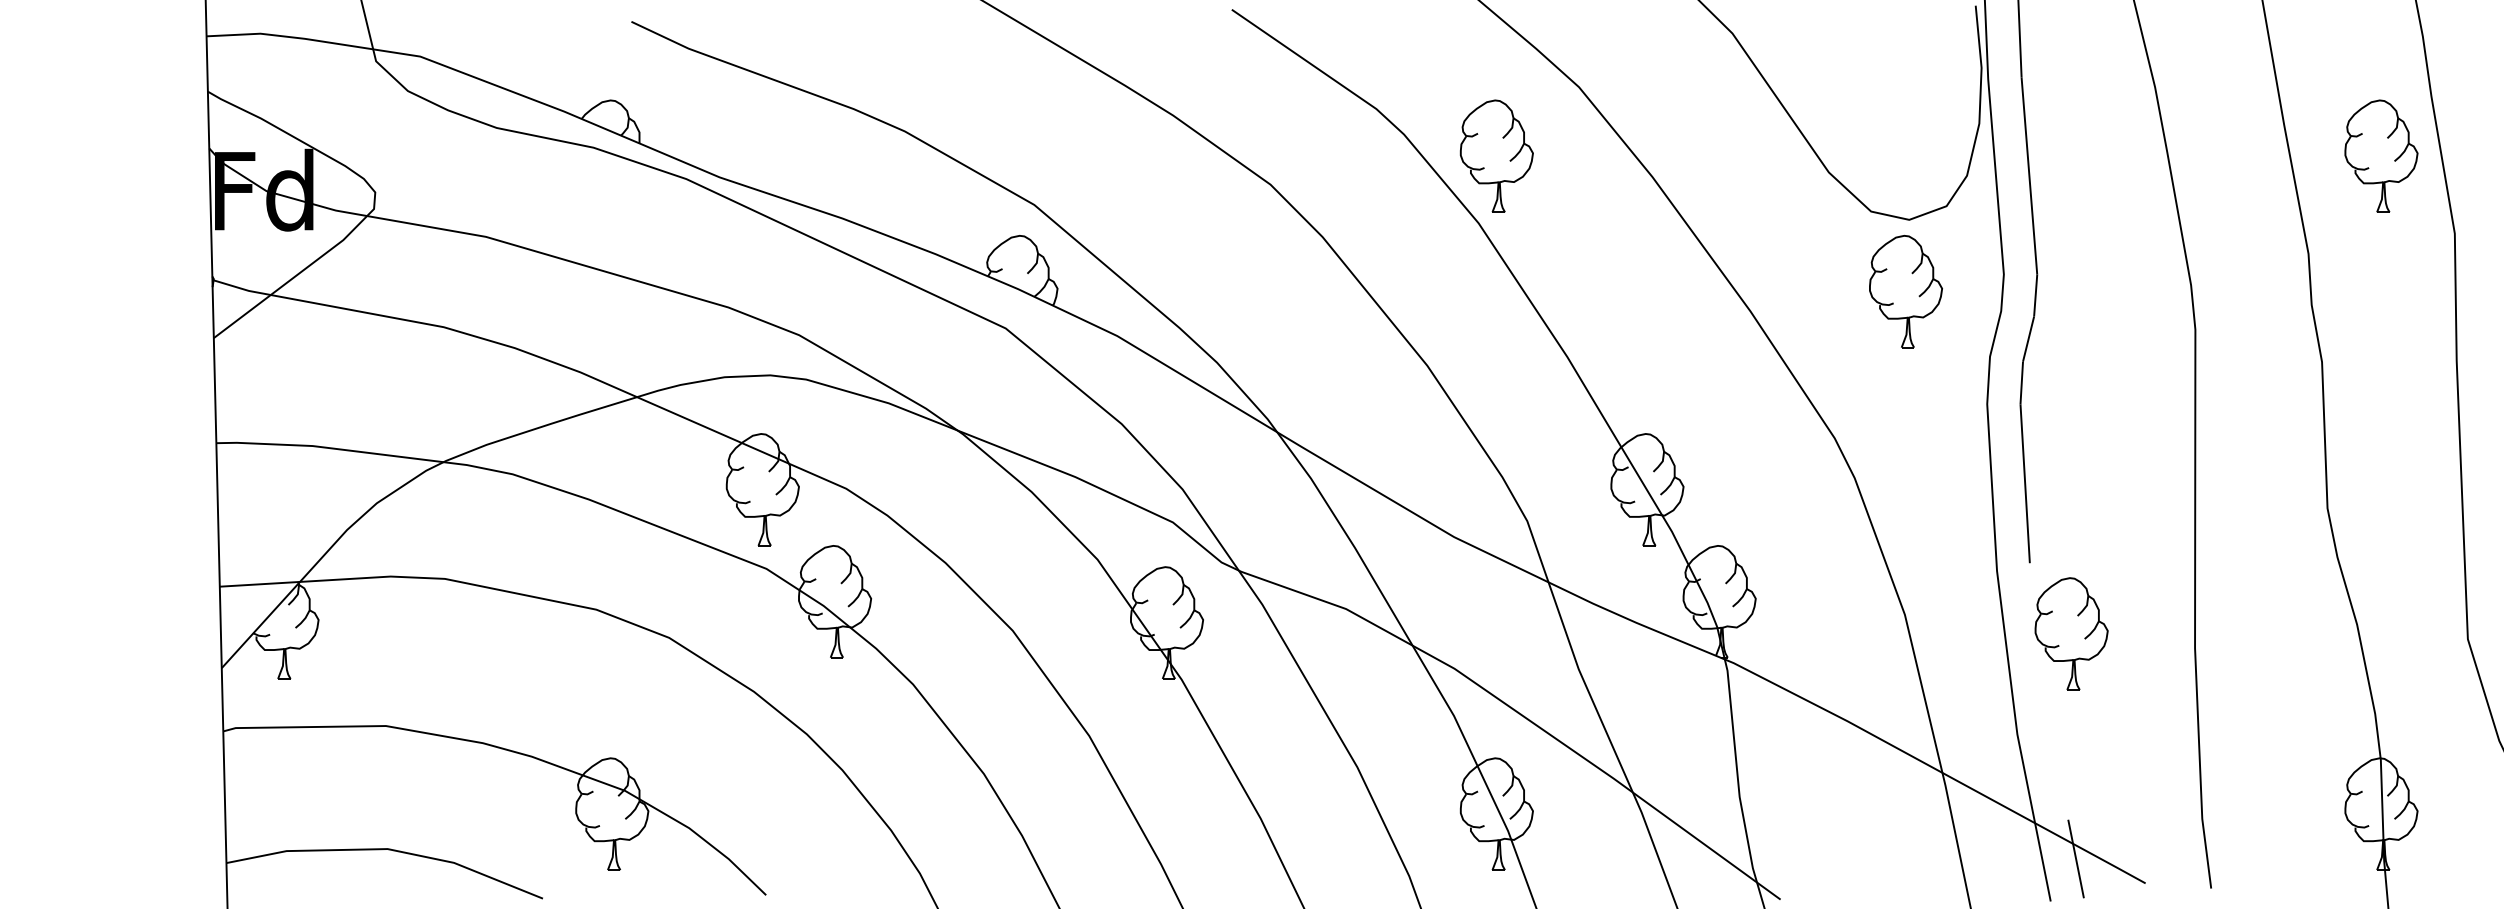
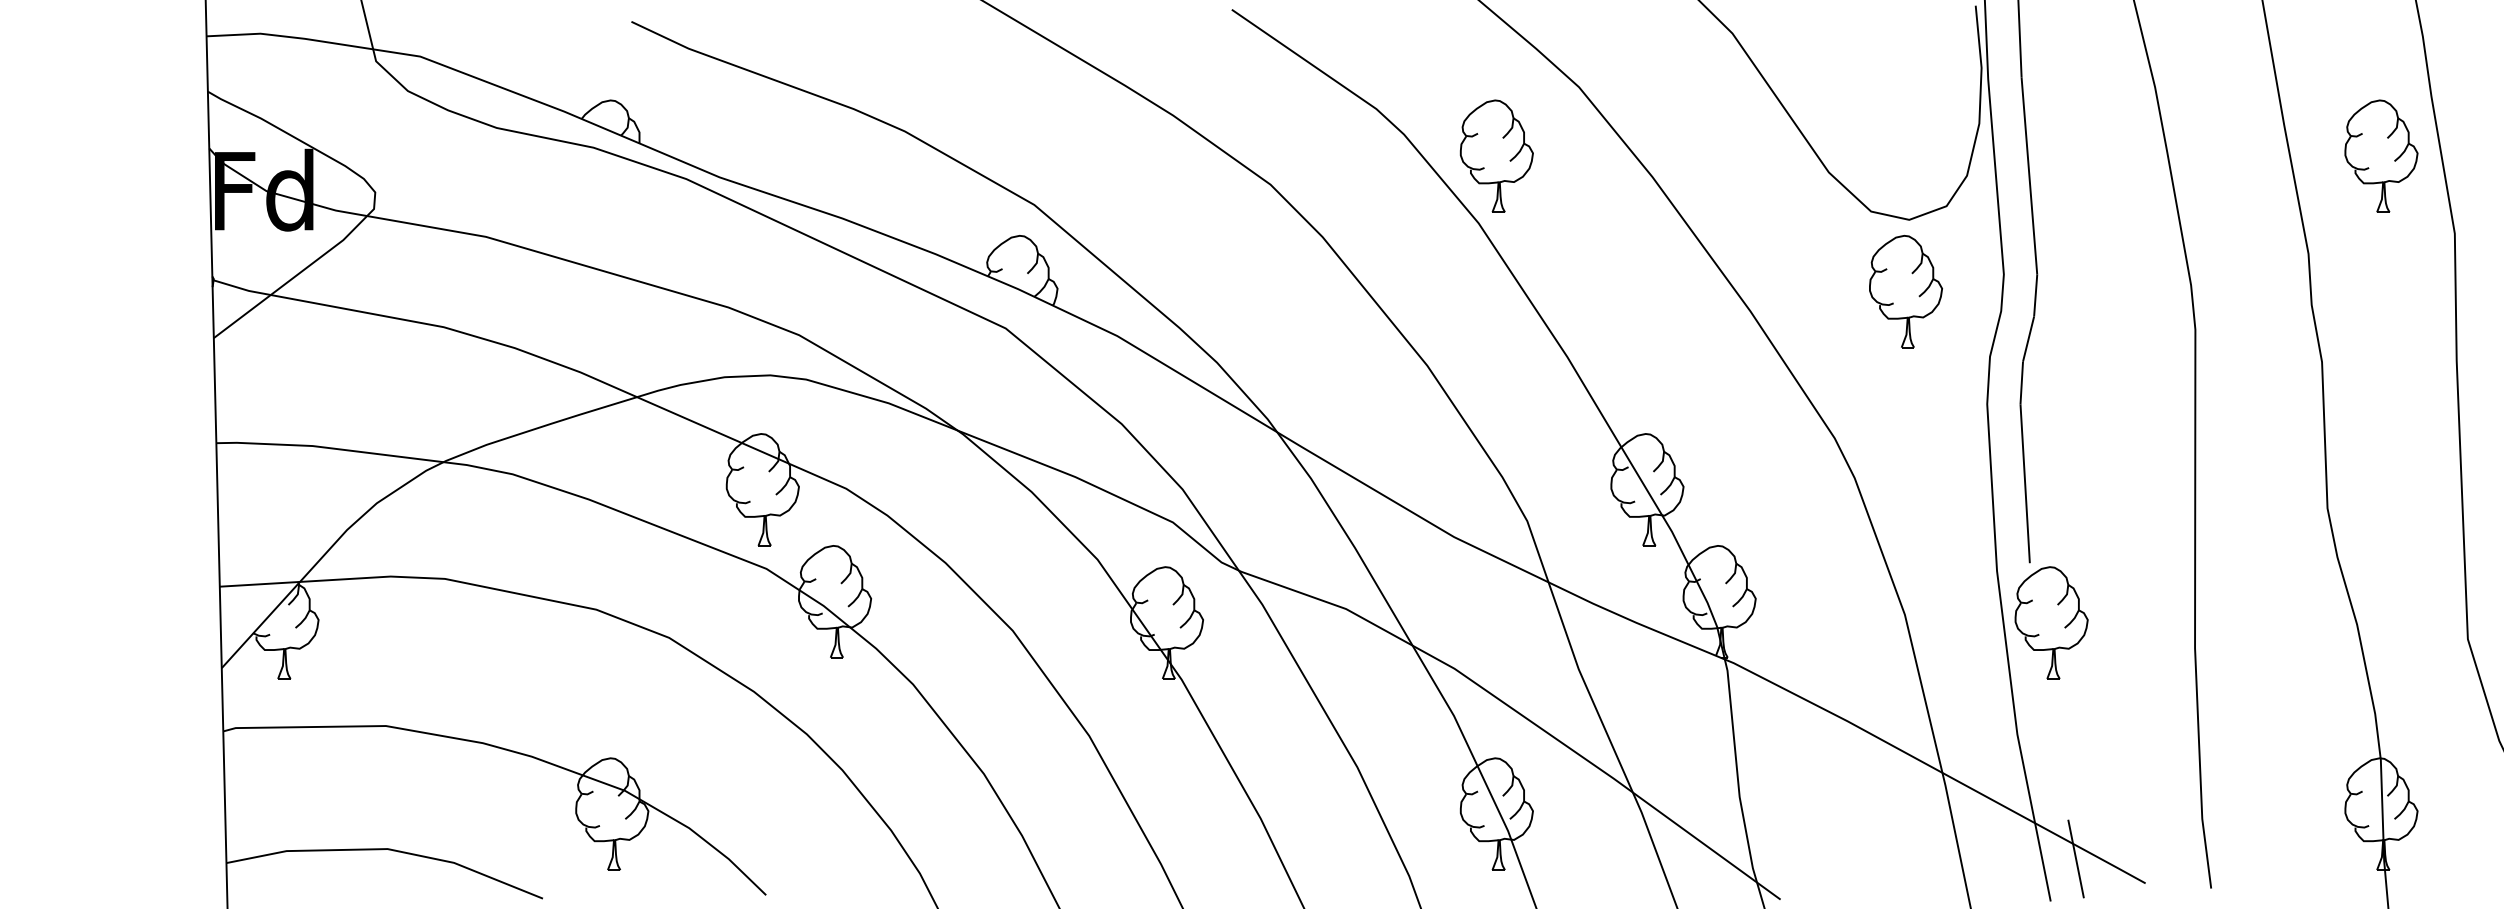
part at (2071, 633) position: (2071, 633) -> (2051, 622)
